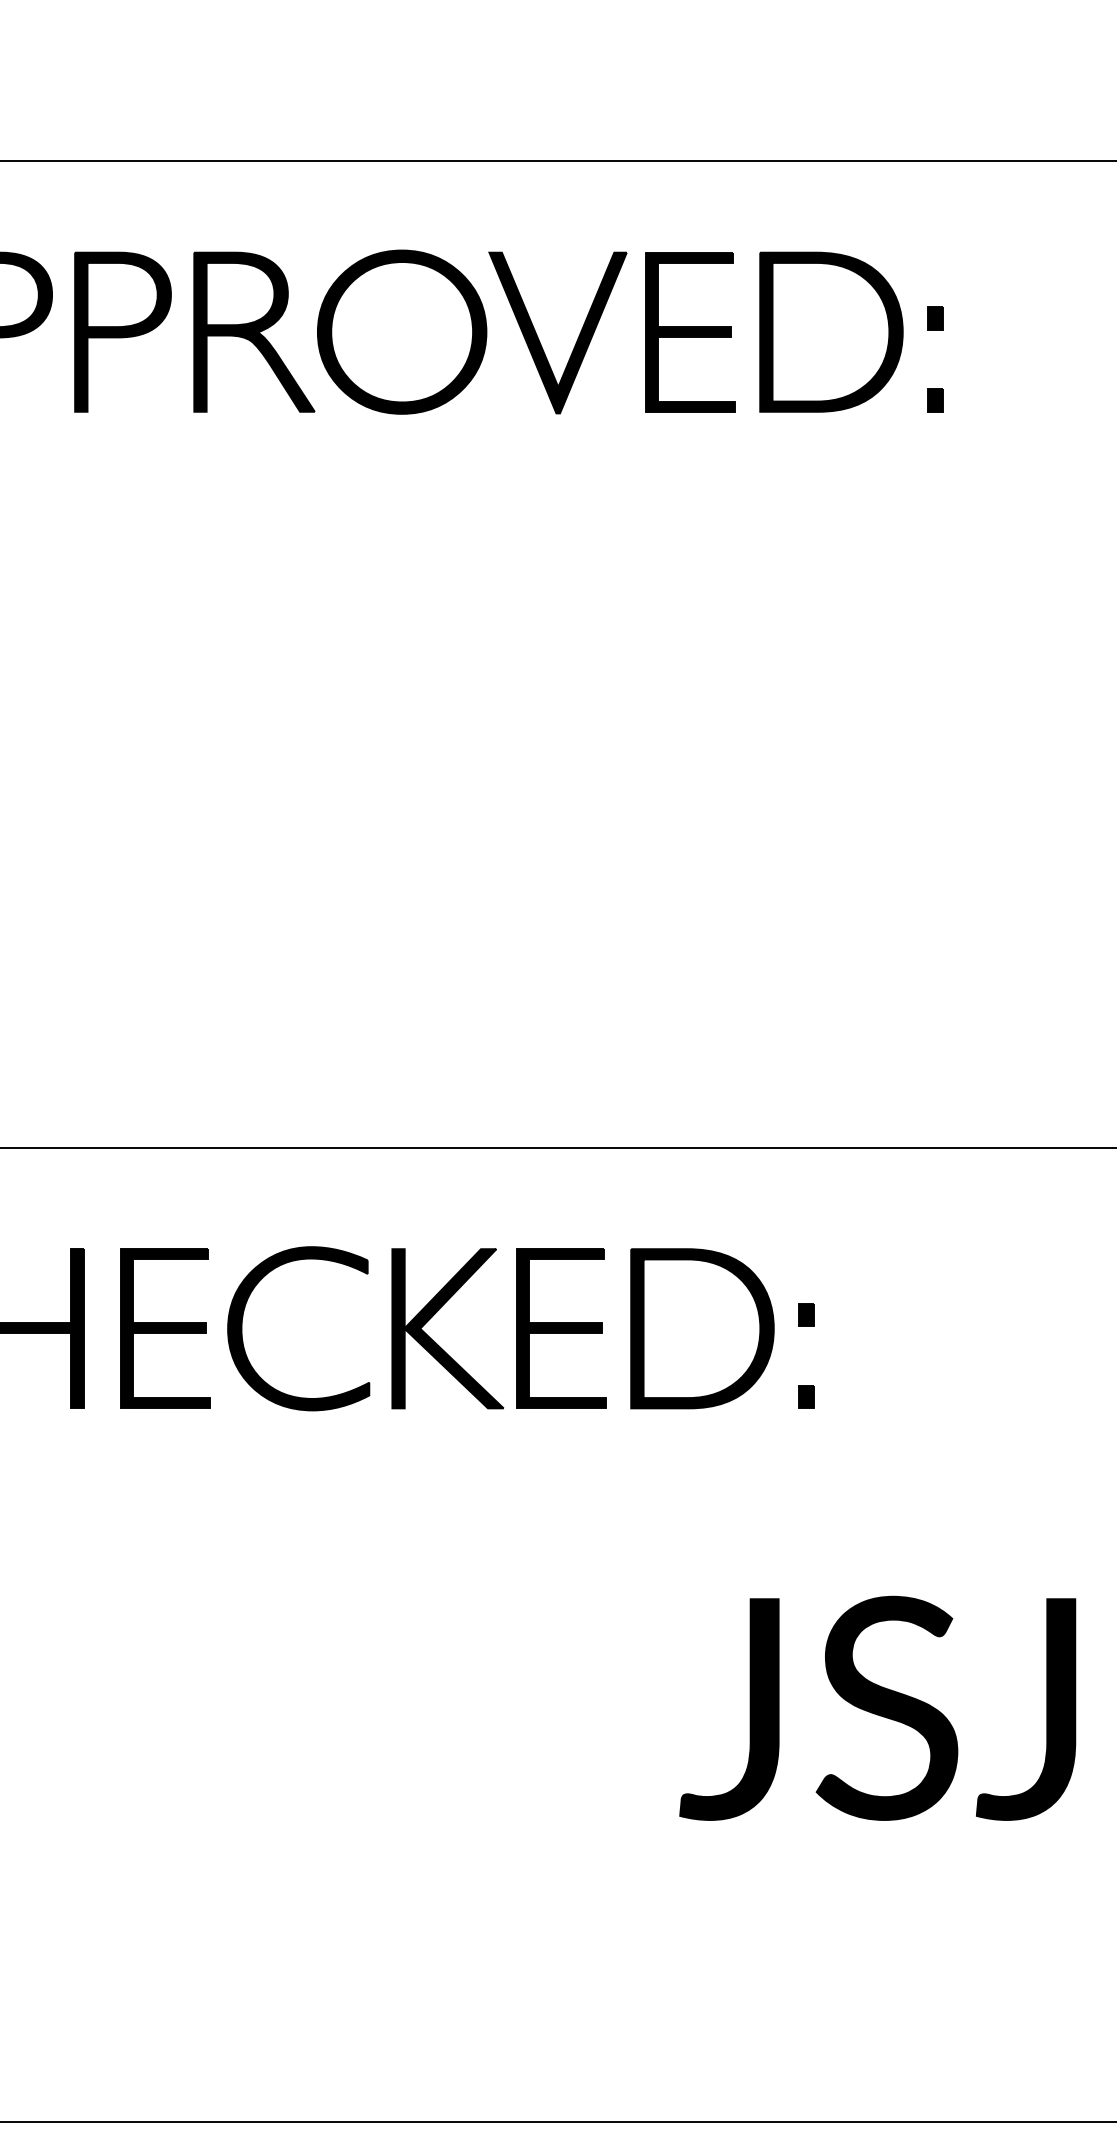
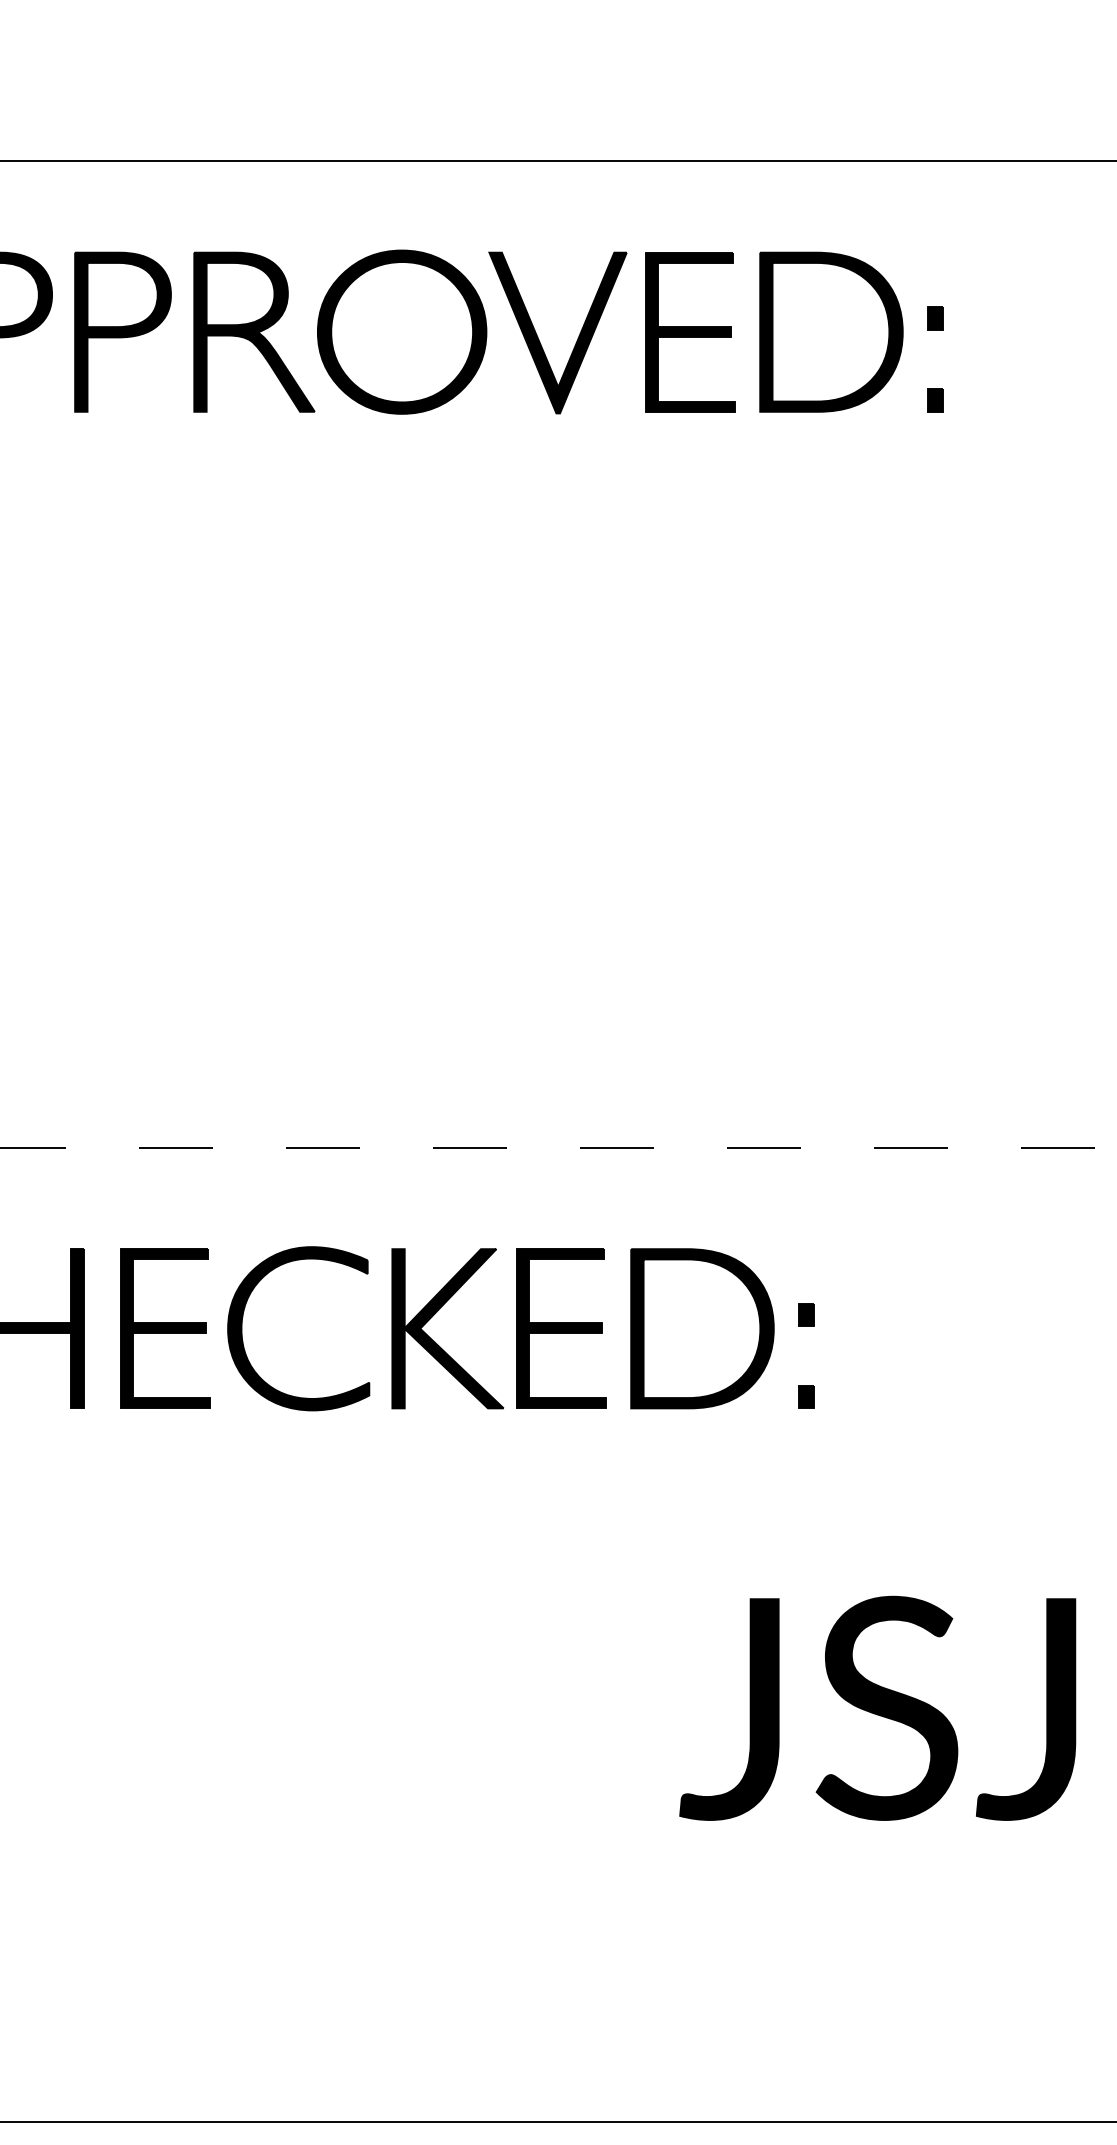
line at (558, 1147): solid -> dashed
